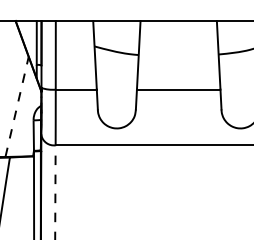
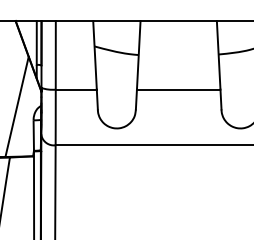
line at (17, 106): dashed -> solid
line at (55, 192): dashed -> solid
